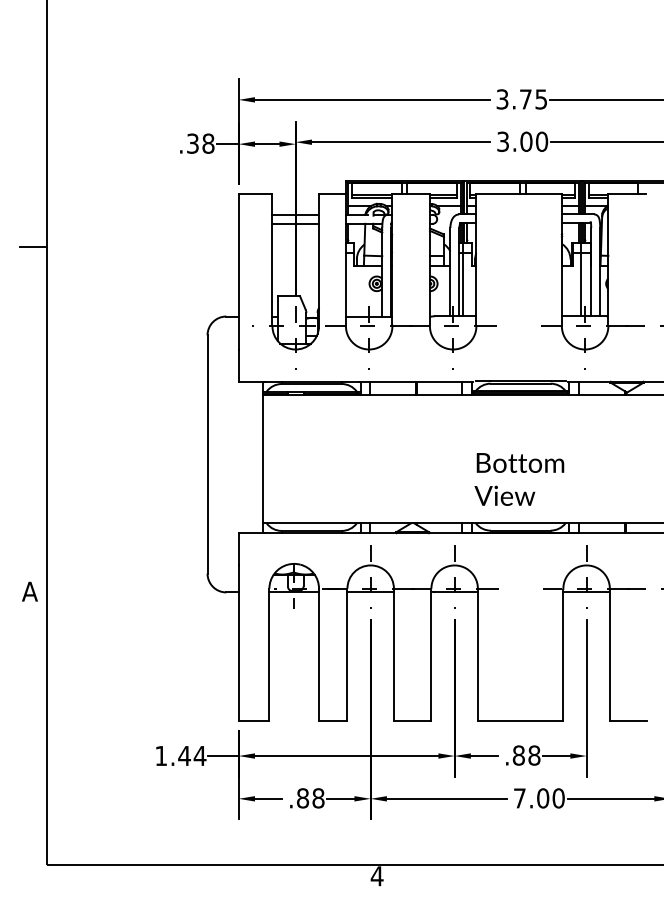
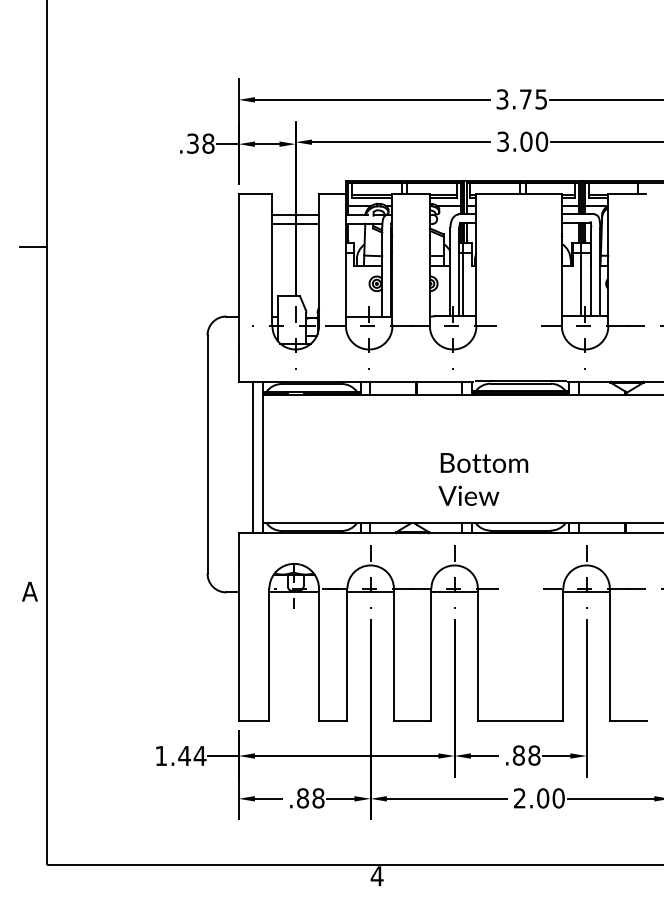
line at (253, 457): none -> present
text at (519, 479) position: (519, 479) -> (483, 479)
text at (519, 798): 7.00 -> 2.00
